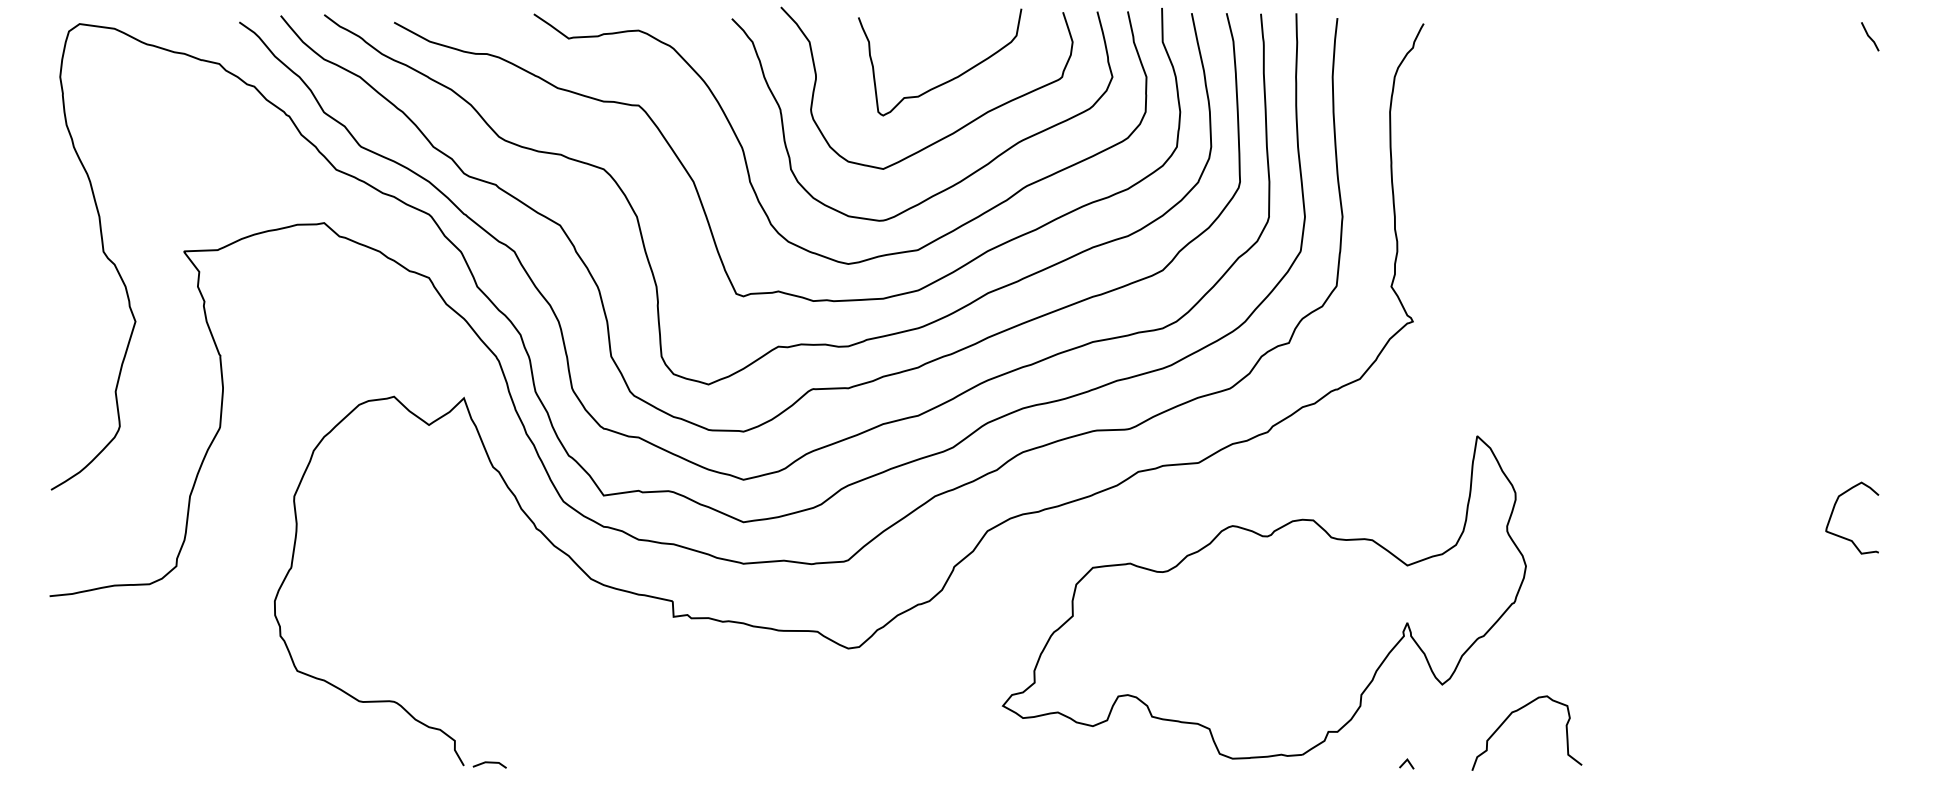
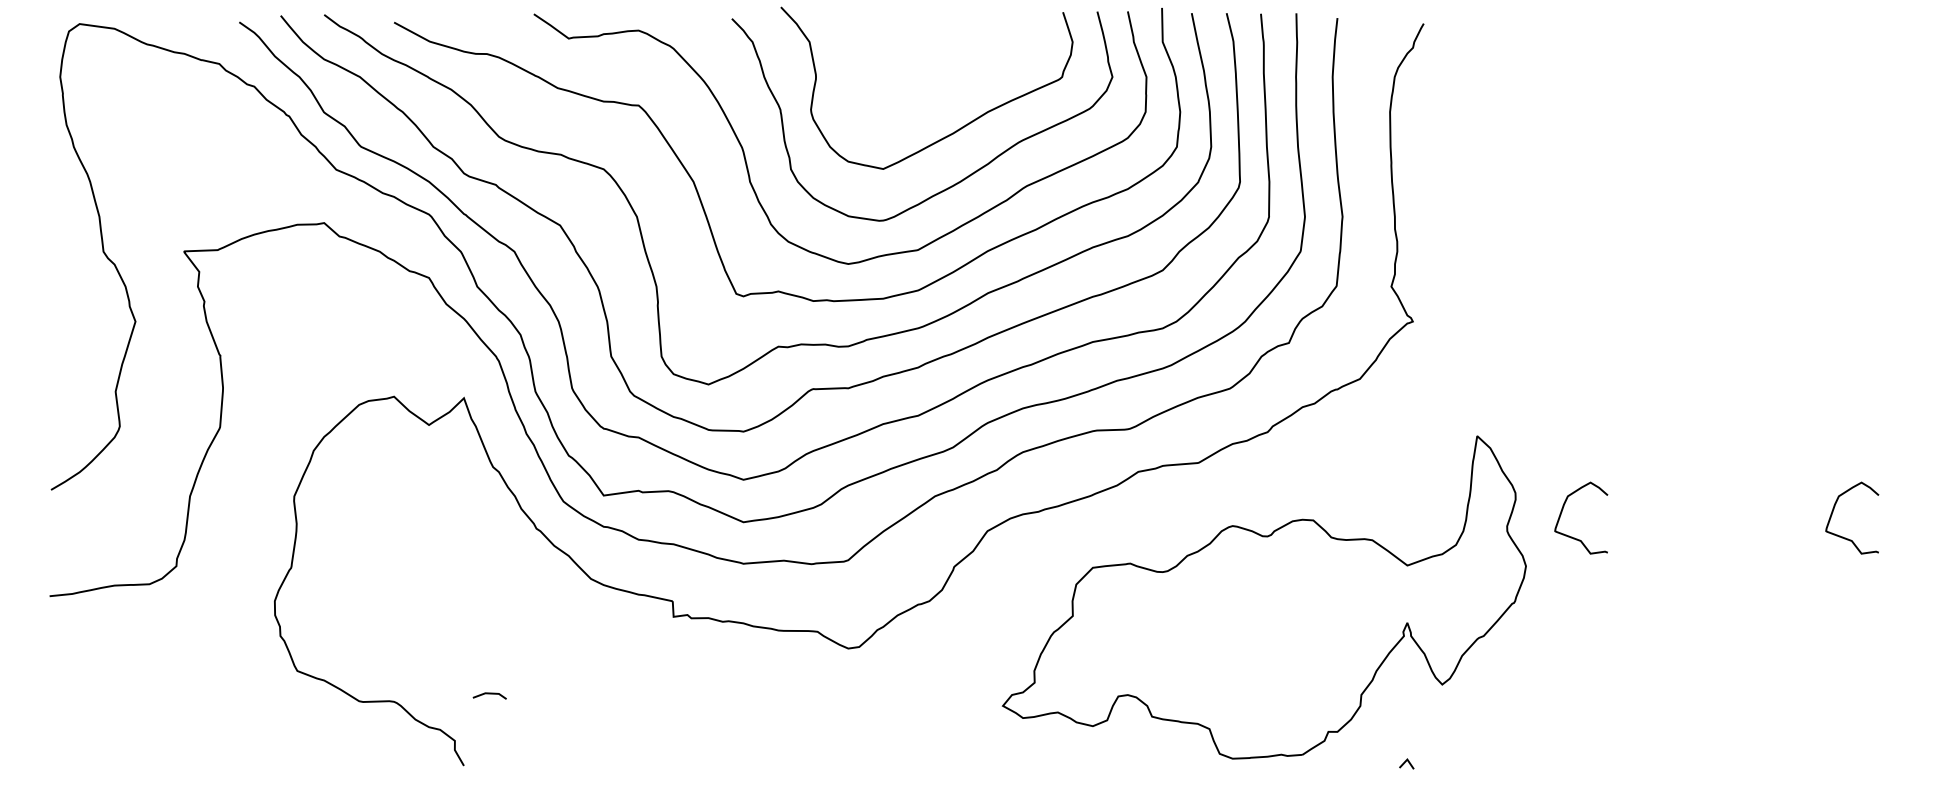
line at (1870, 36): present -> none
curve at (945, 81): present -> none
curve at (1562, 512): none -> present
curve at (1509, 717): present -> none
line at (489, 763) position: (489, 763) -> (489, 694)
